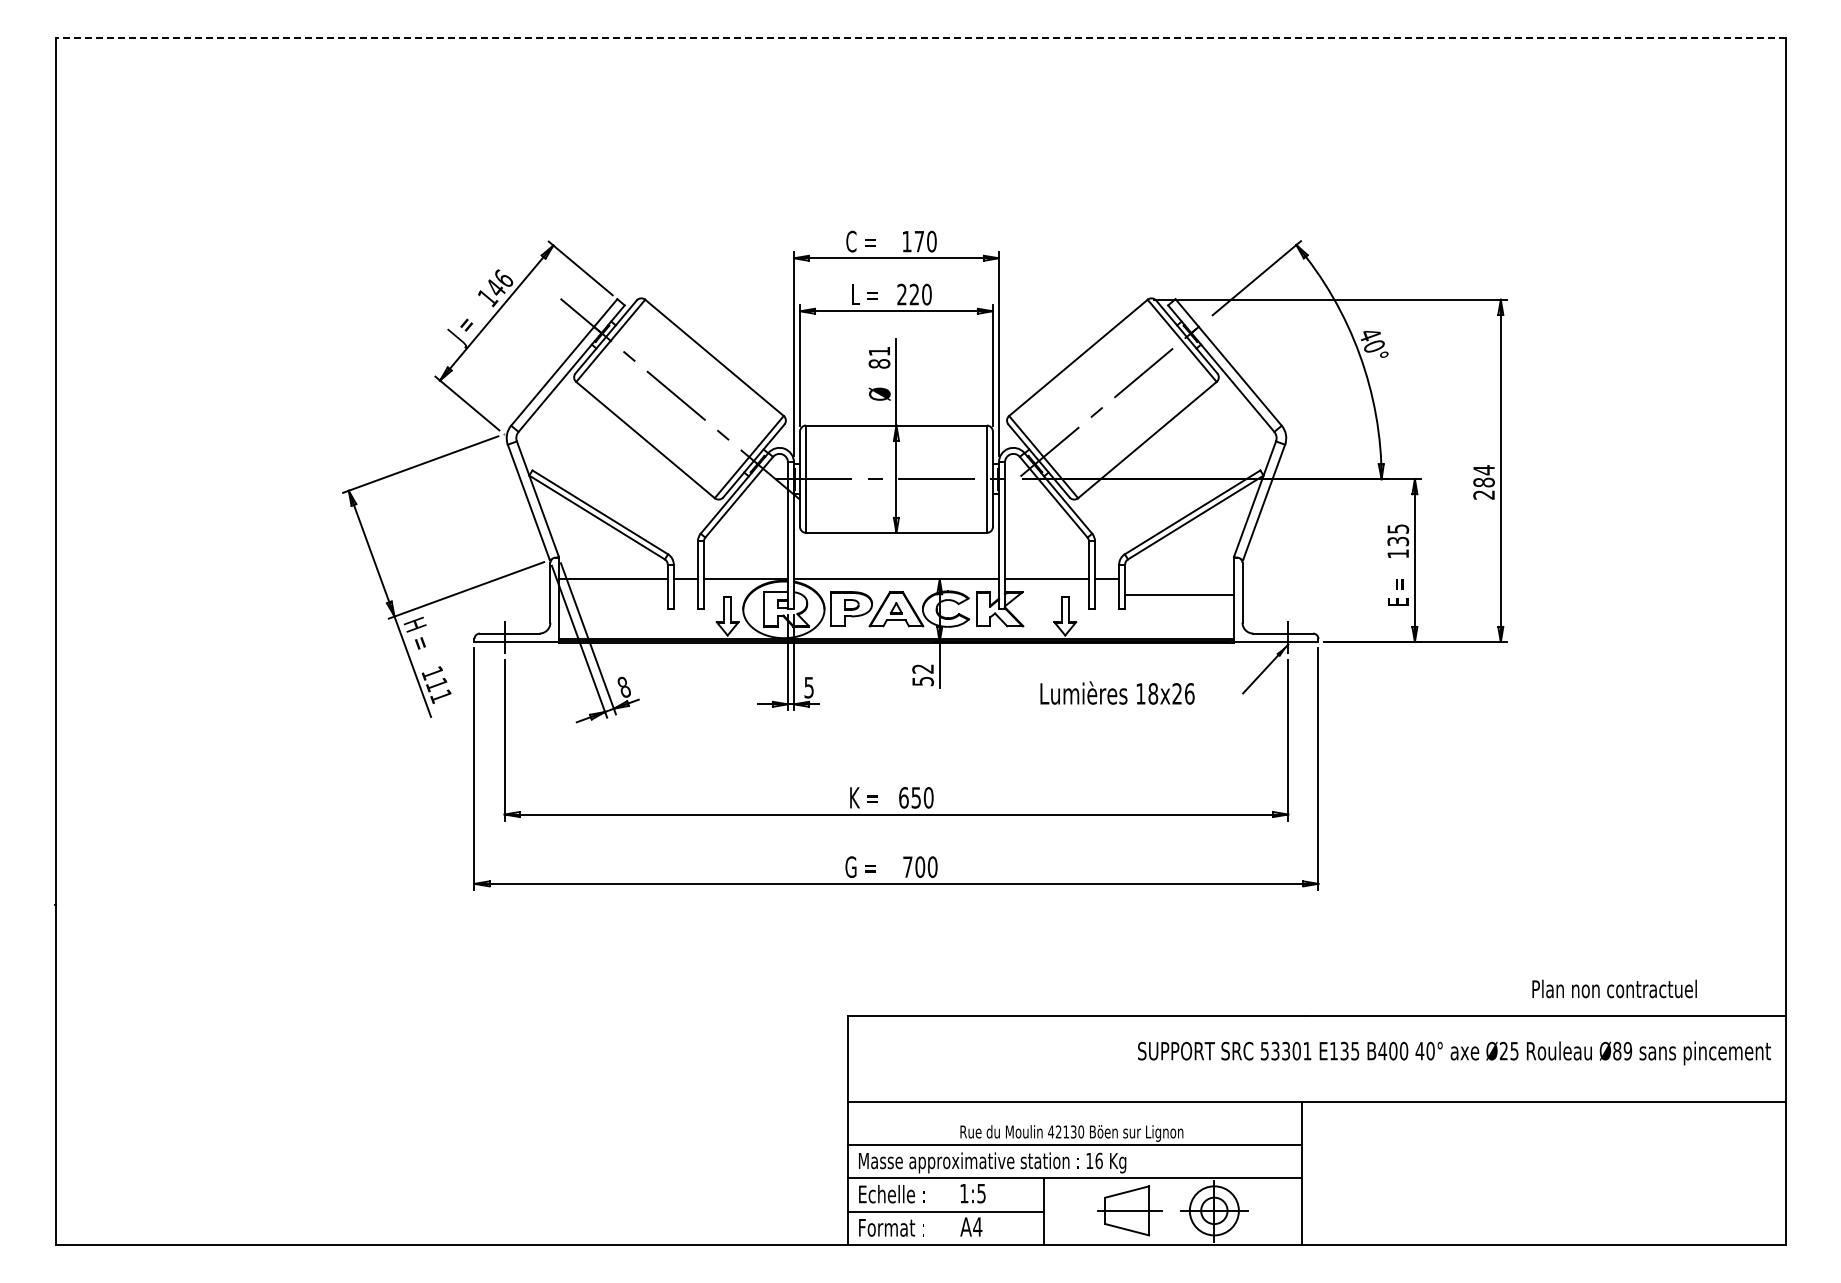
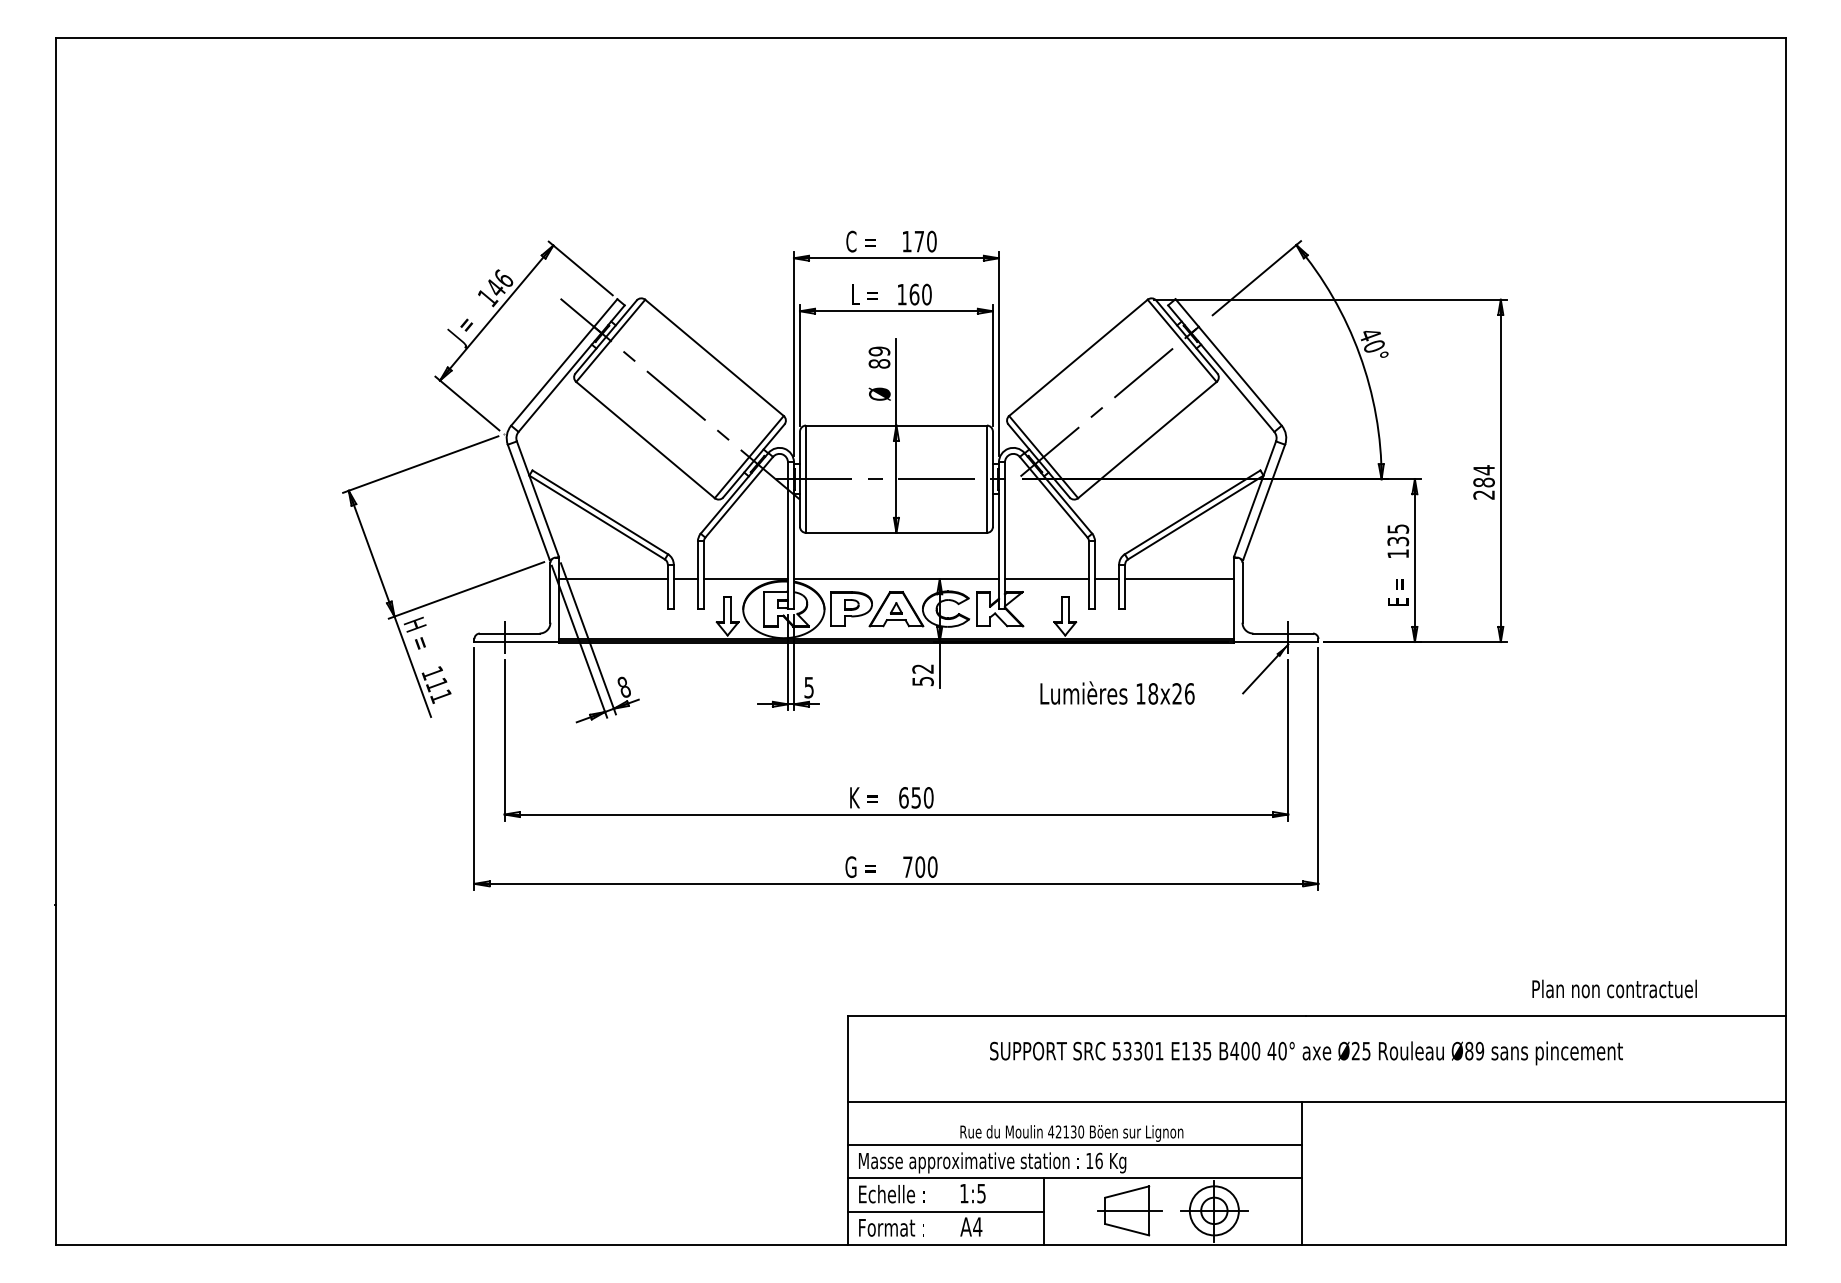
line at (920, 38): dashed -> solid
text at (908, 294): 220 -> 160
text at (879, 351): 81 -> 89
line at (1179, 595) position: (1179, 595) -> (1179, 579)
text at (1454, 1053) position: (1454, 1053) -> (1306, 1053)
